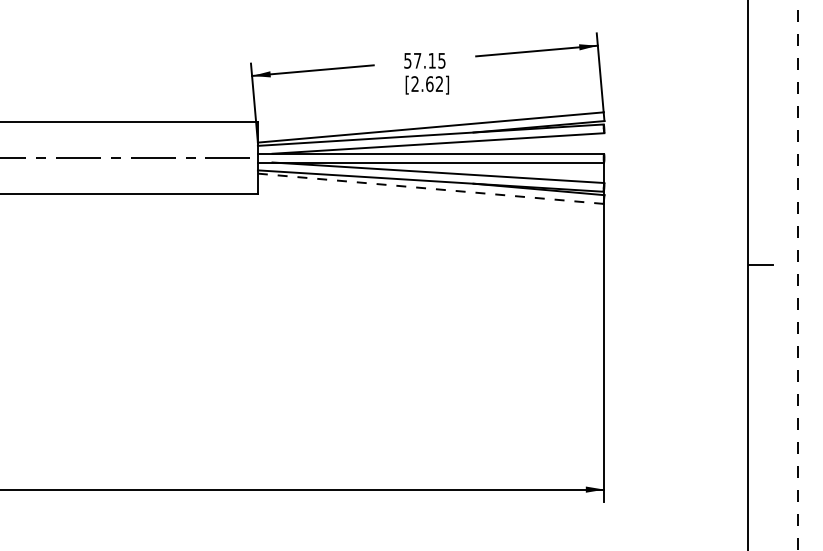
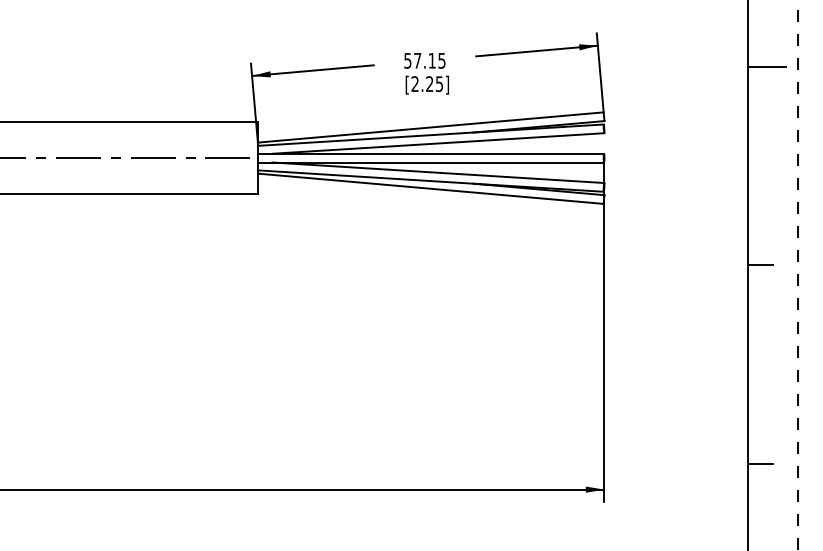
line at (766, 66): none -> present
text at (434, 84): [2.62] -> [2.25]
line at (430, 188): dashed -> solid
line at (760, 463): none -> present
